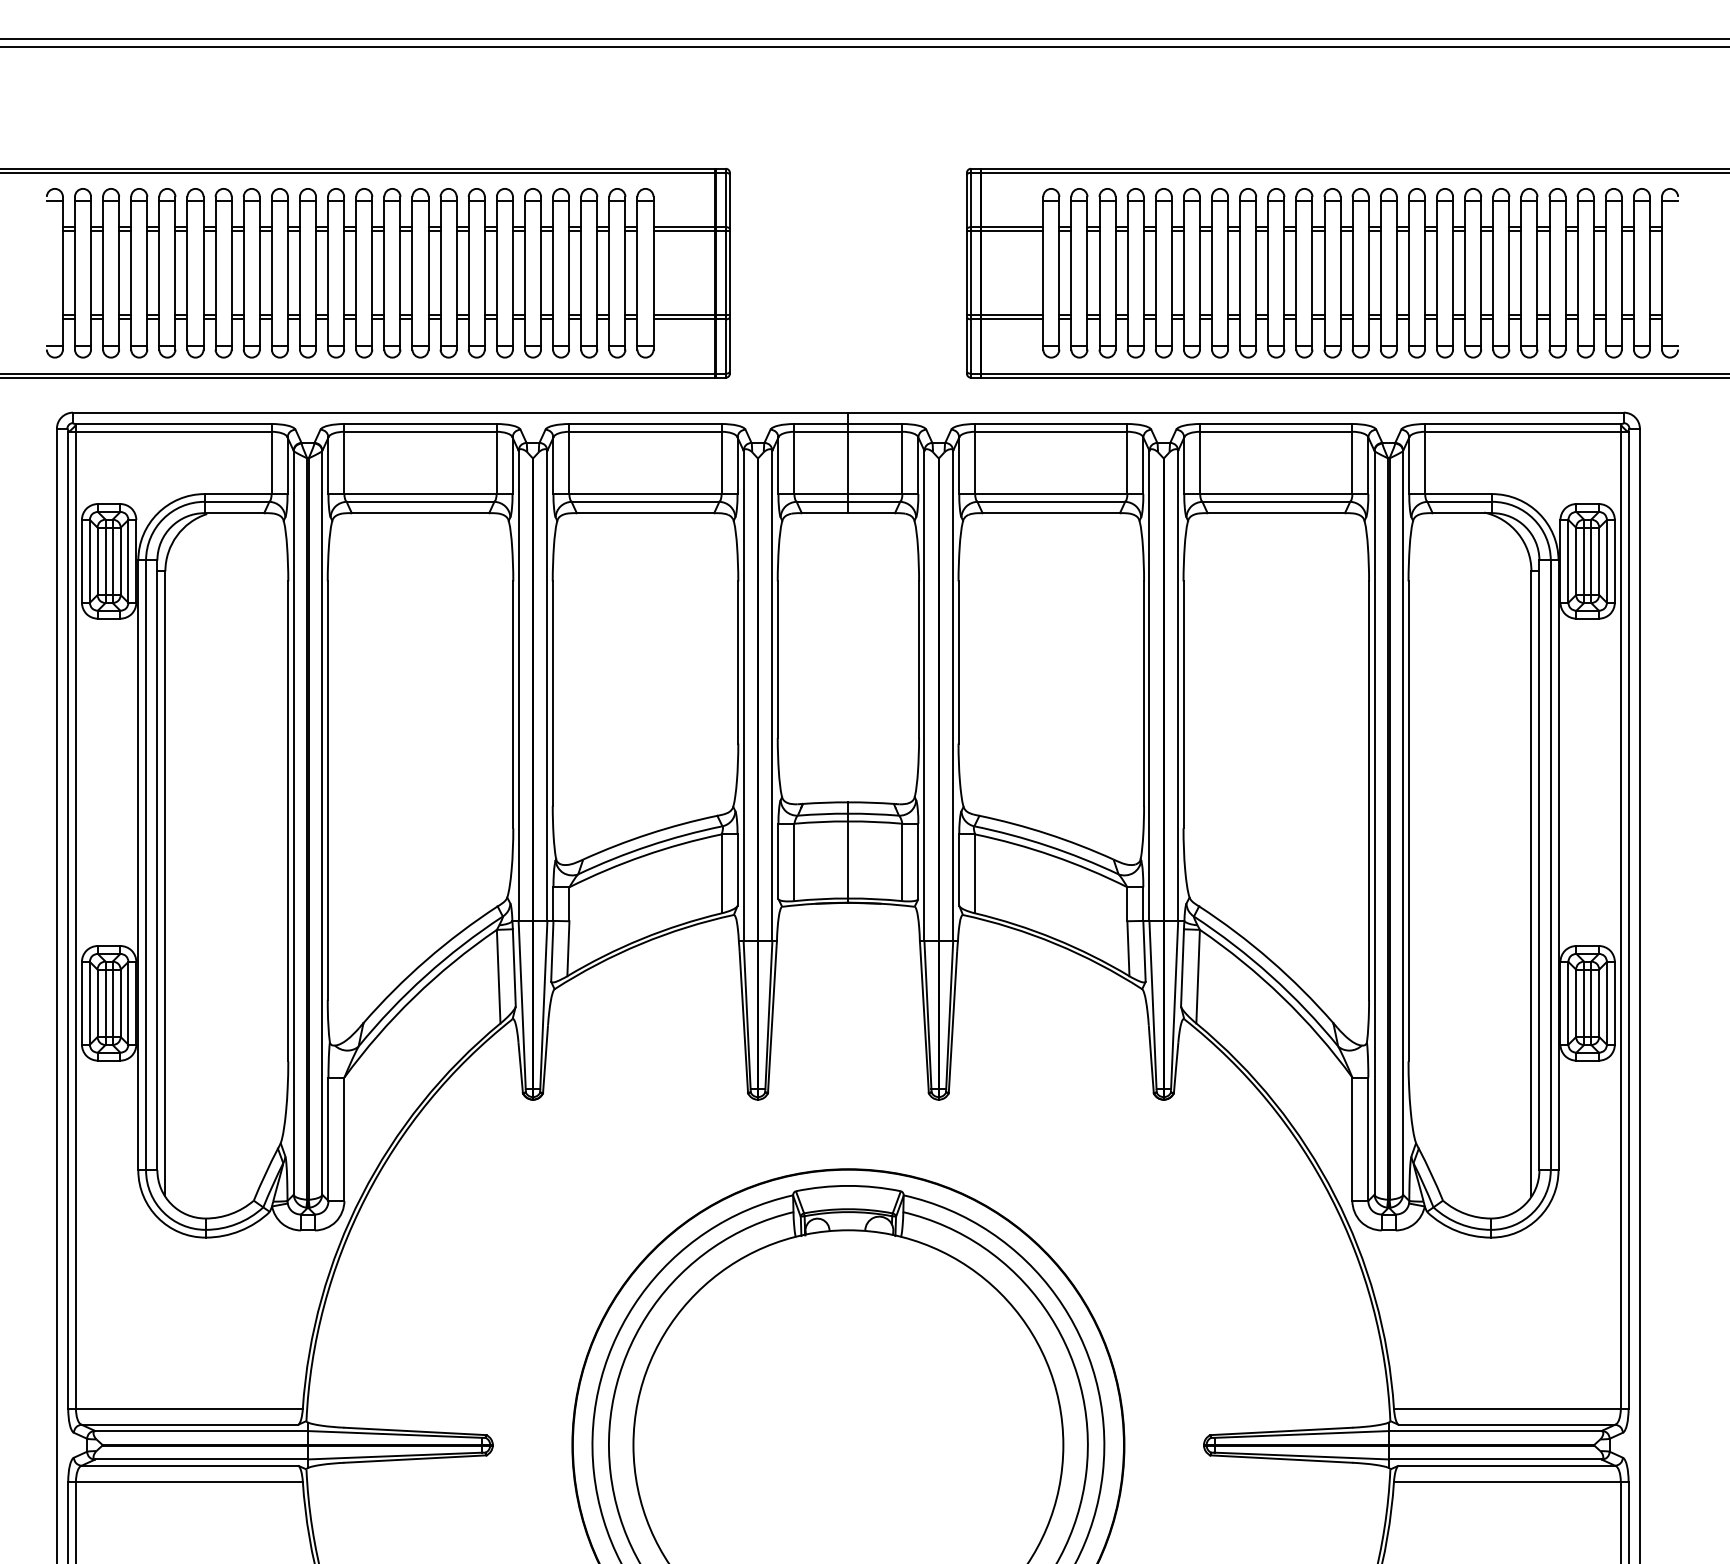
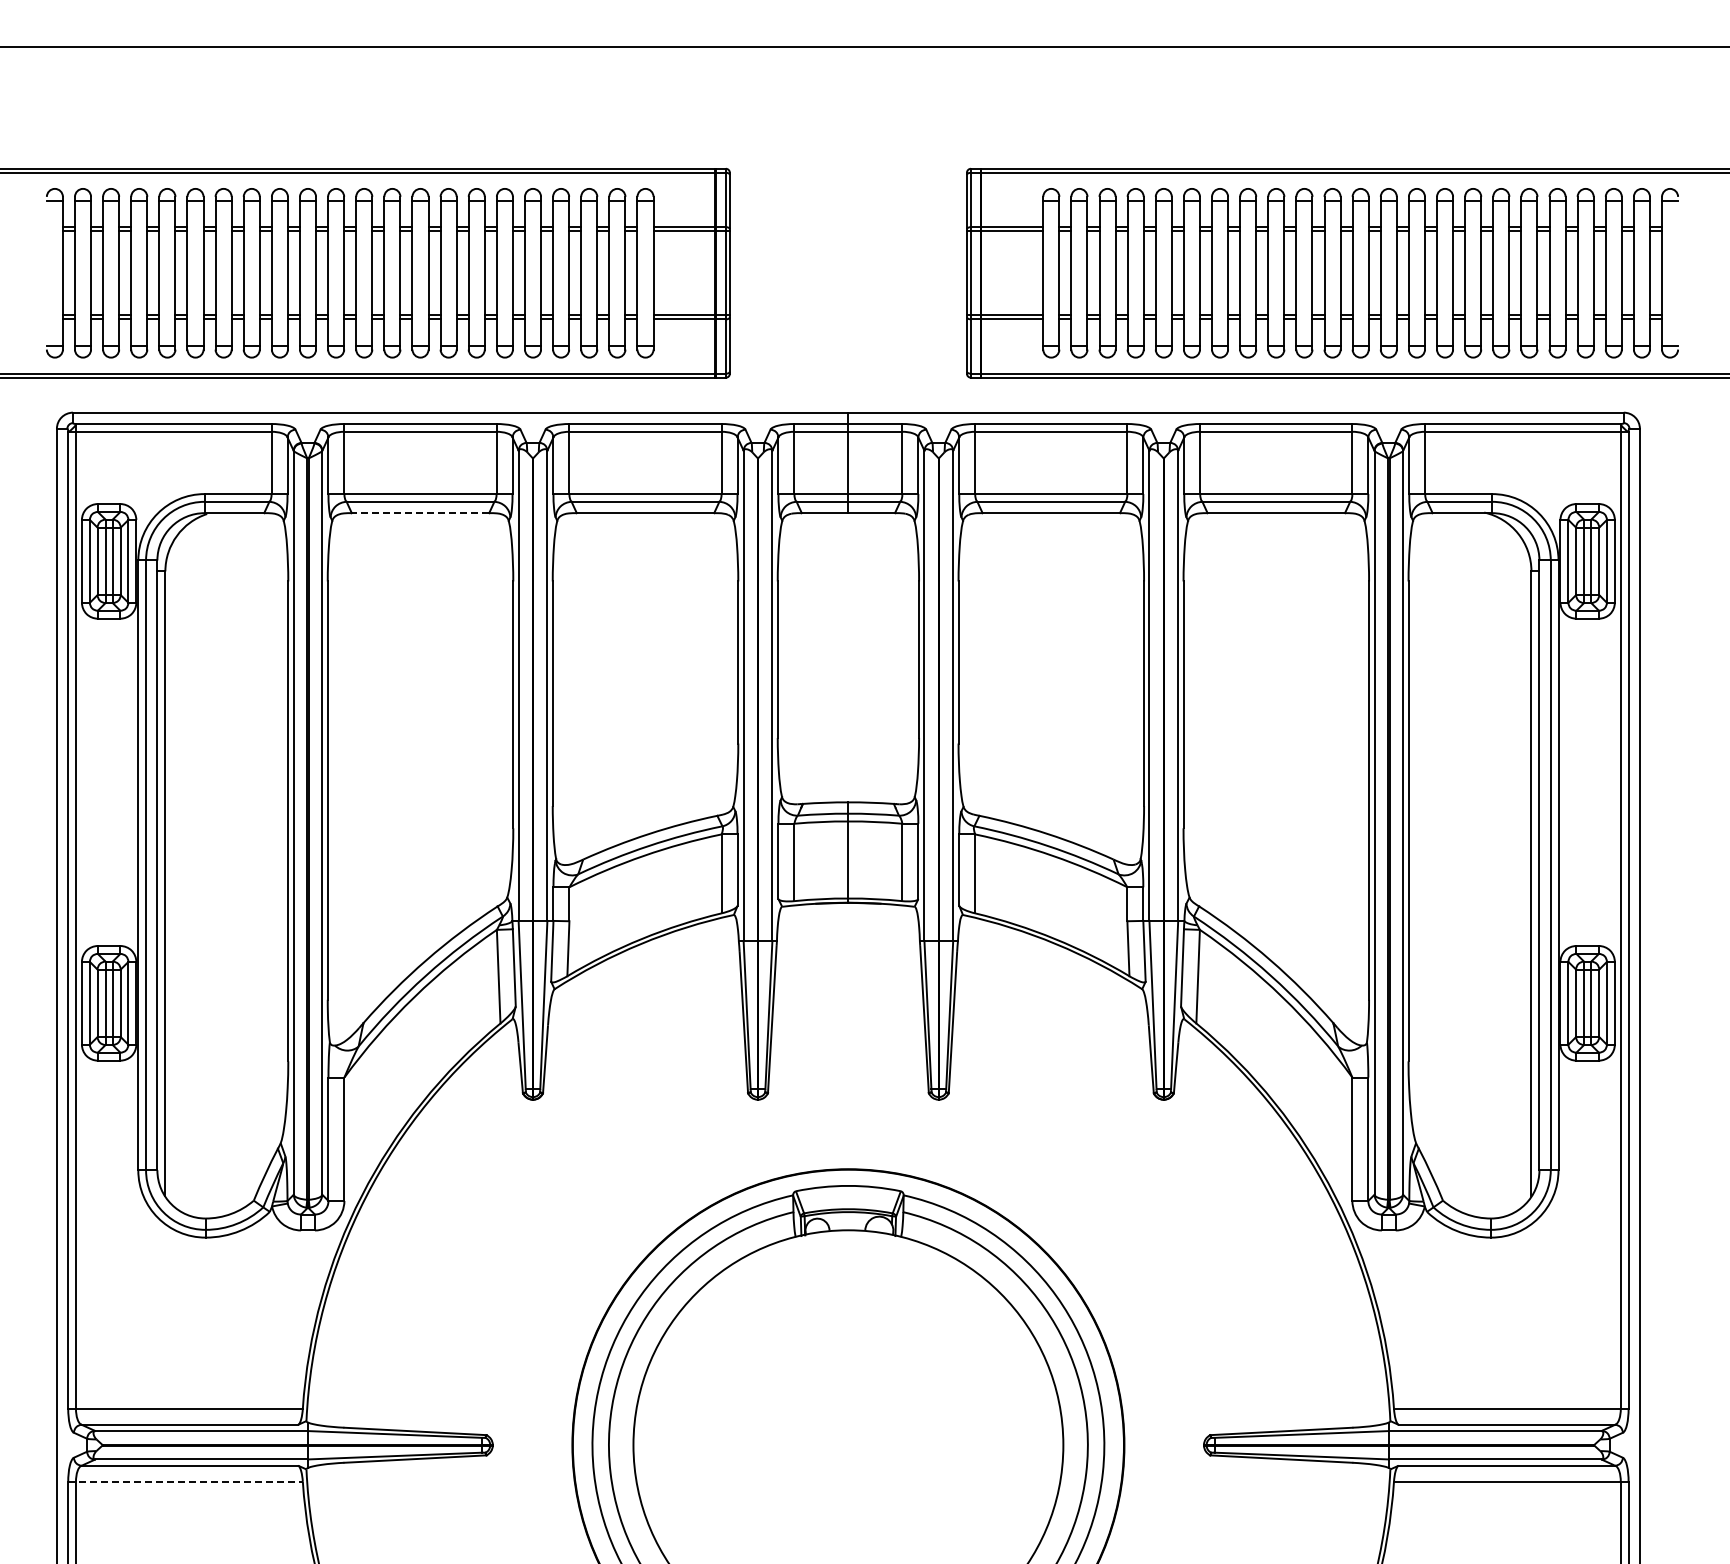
line at (864, 39): present -> none
line at (420, 513): solid -> dashed
line at (186, 1481): solid -> dashed
